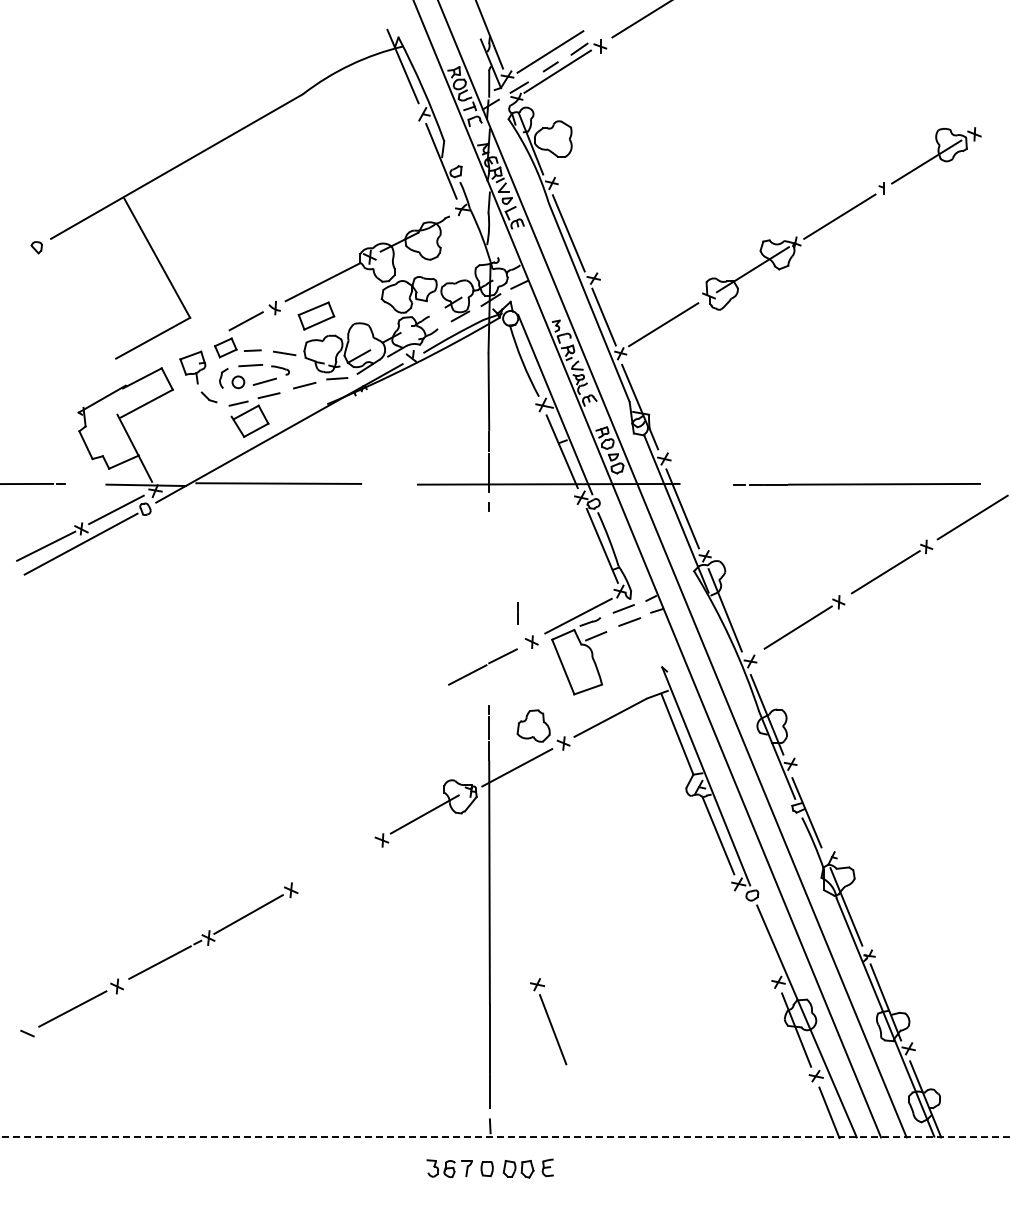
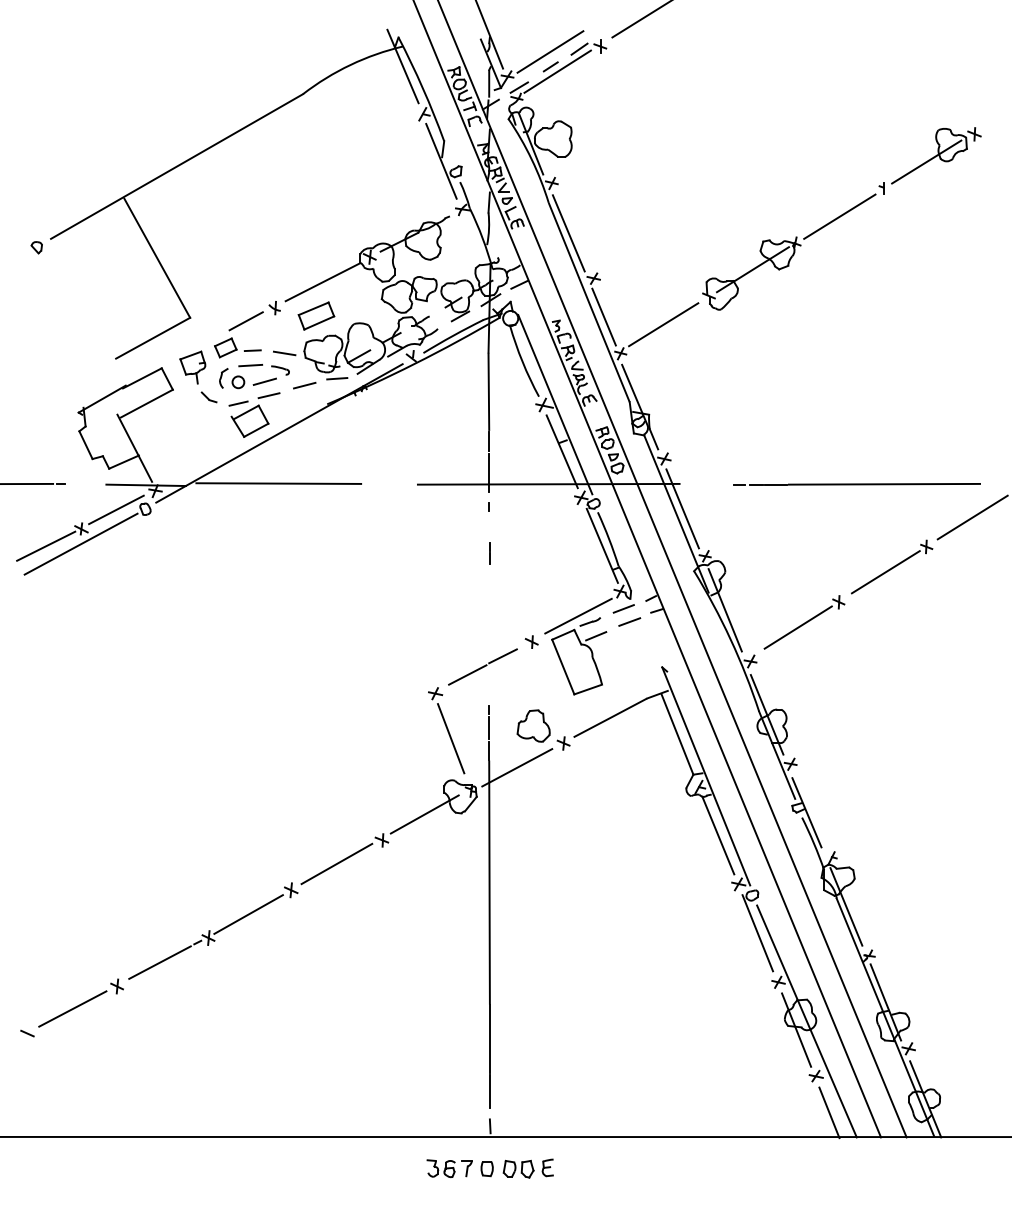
line at (517, 613) position: (517, 613) -> (489, 553)
line at (336, 863): none -> present
line at (757, 933): none -> present
part at (548, 1021) position: (548, 1021) -> (446, 730)
line at (506, 1137): dashed -> solid
